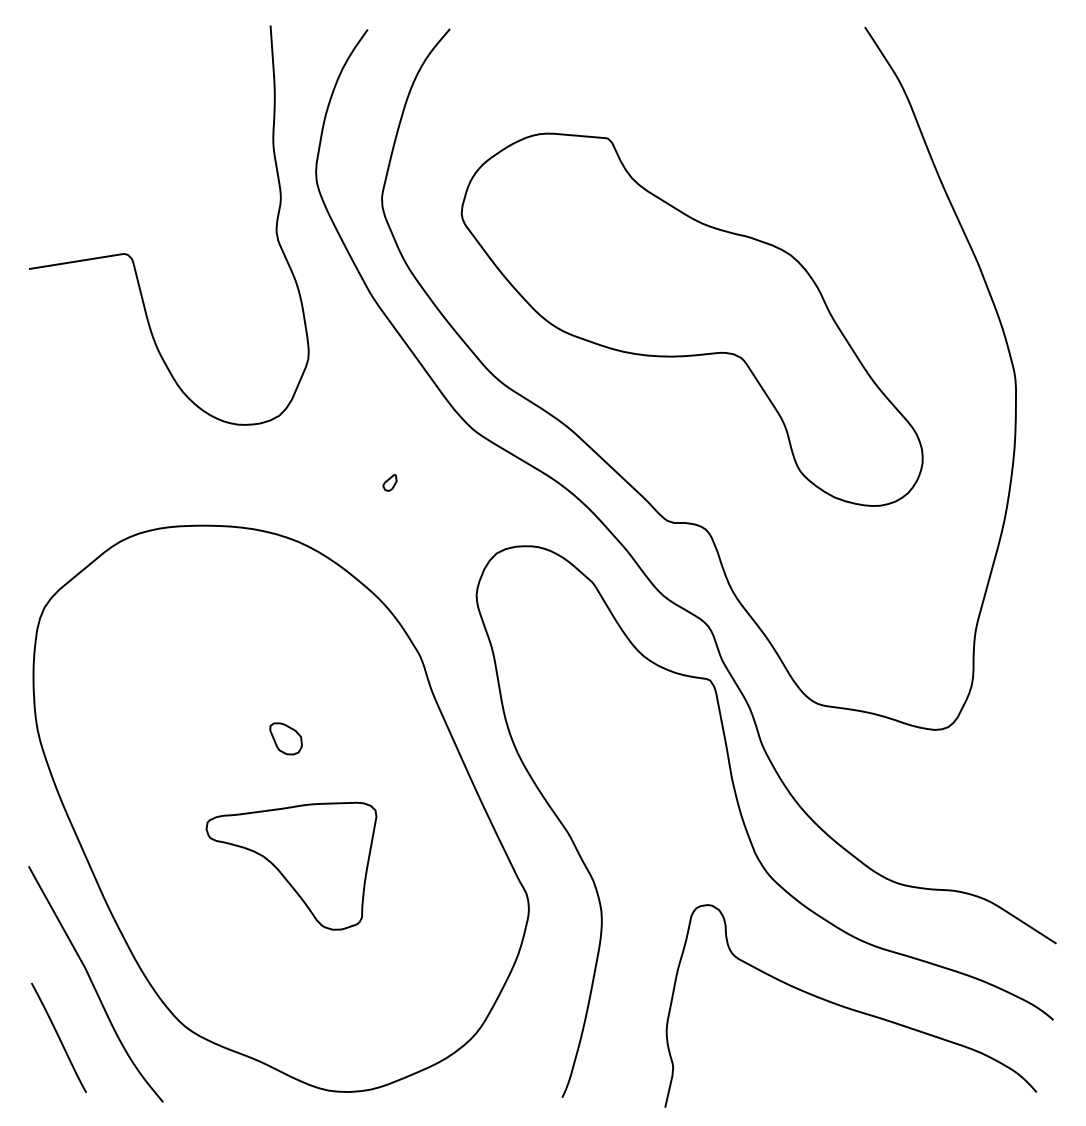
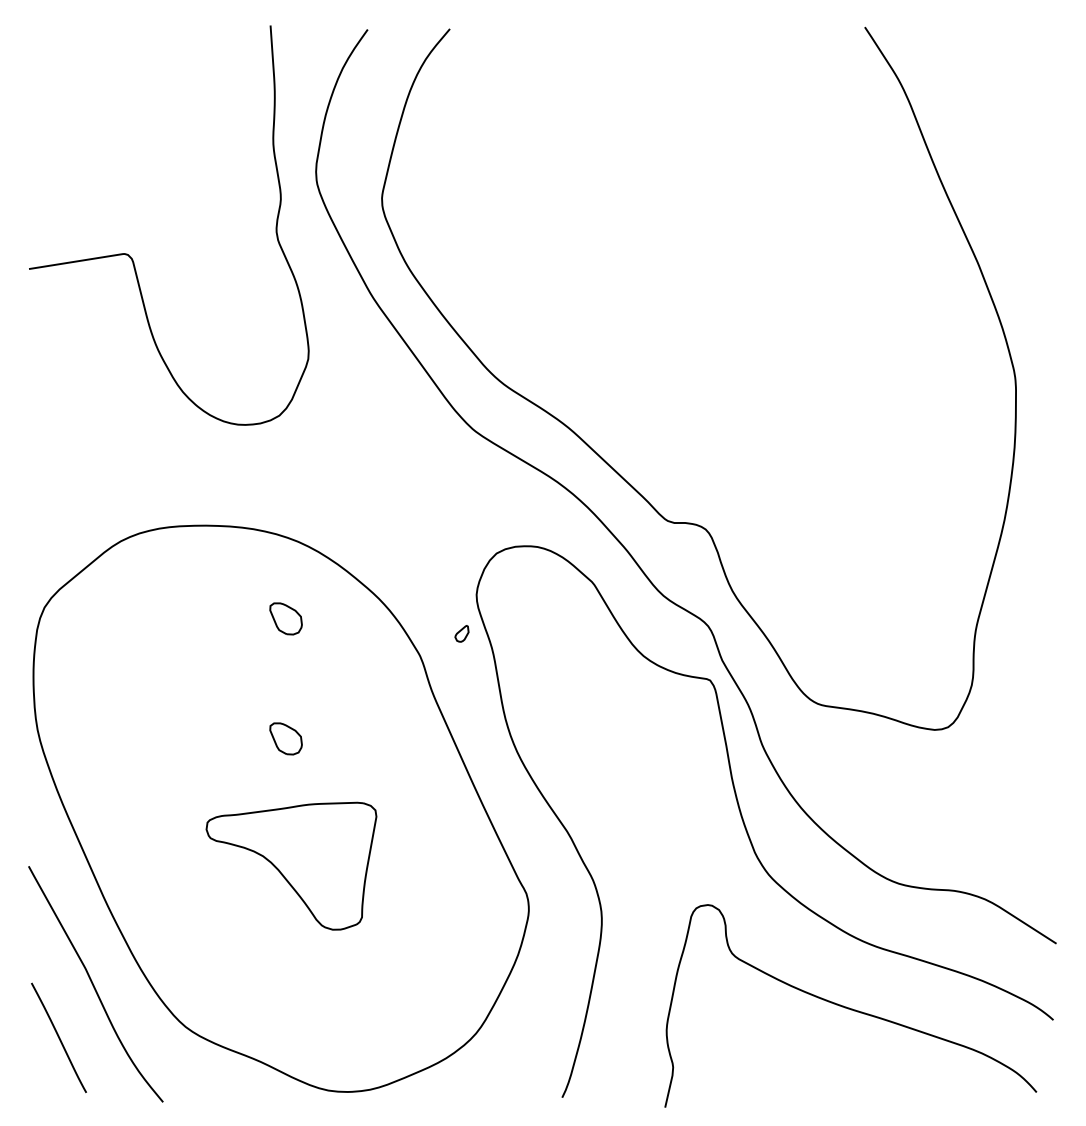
part at (691, 319): present -> none
part at (389, 482) position: (389, 482) -> (461, 633)
part at (285, 618): none -> present
